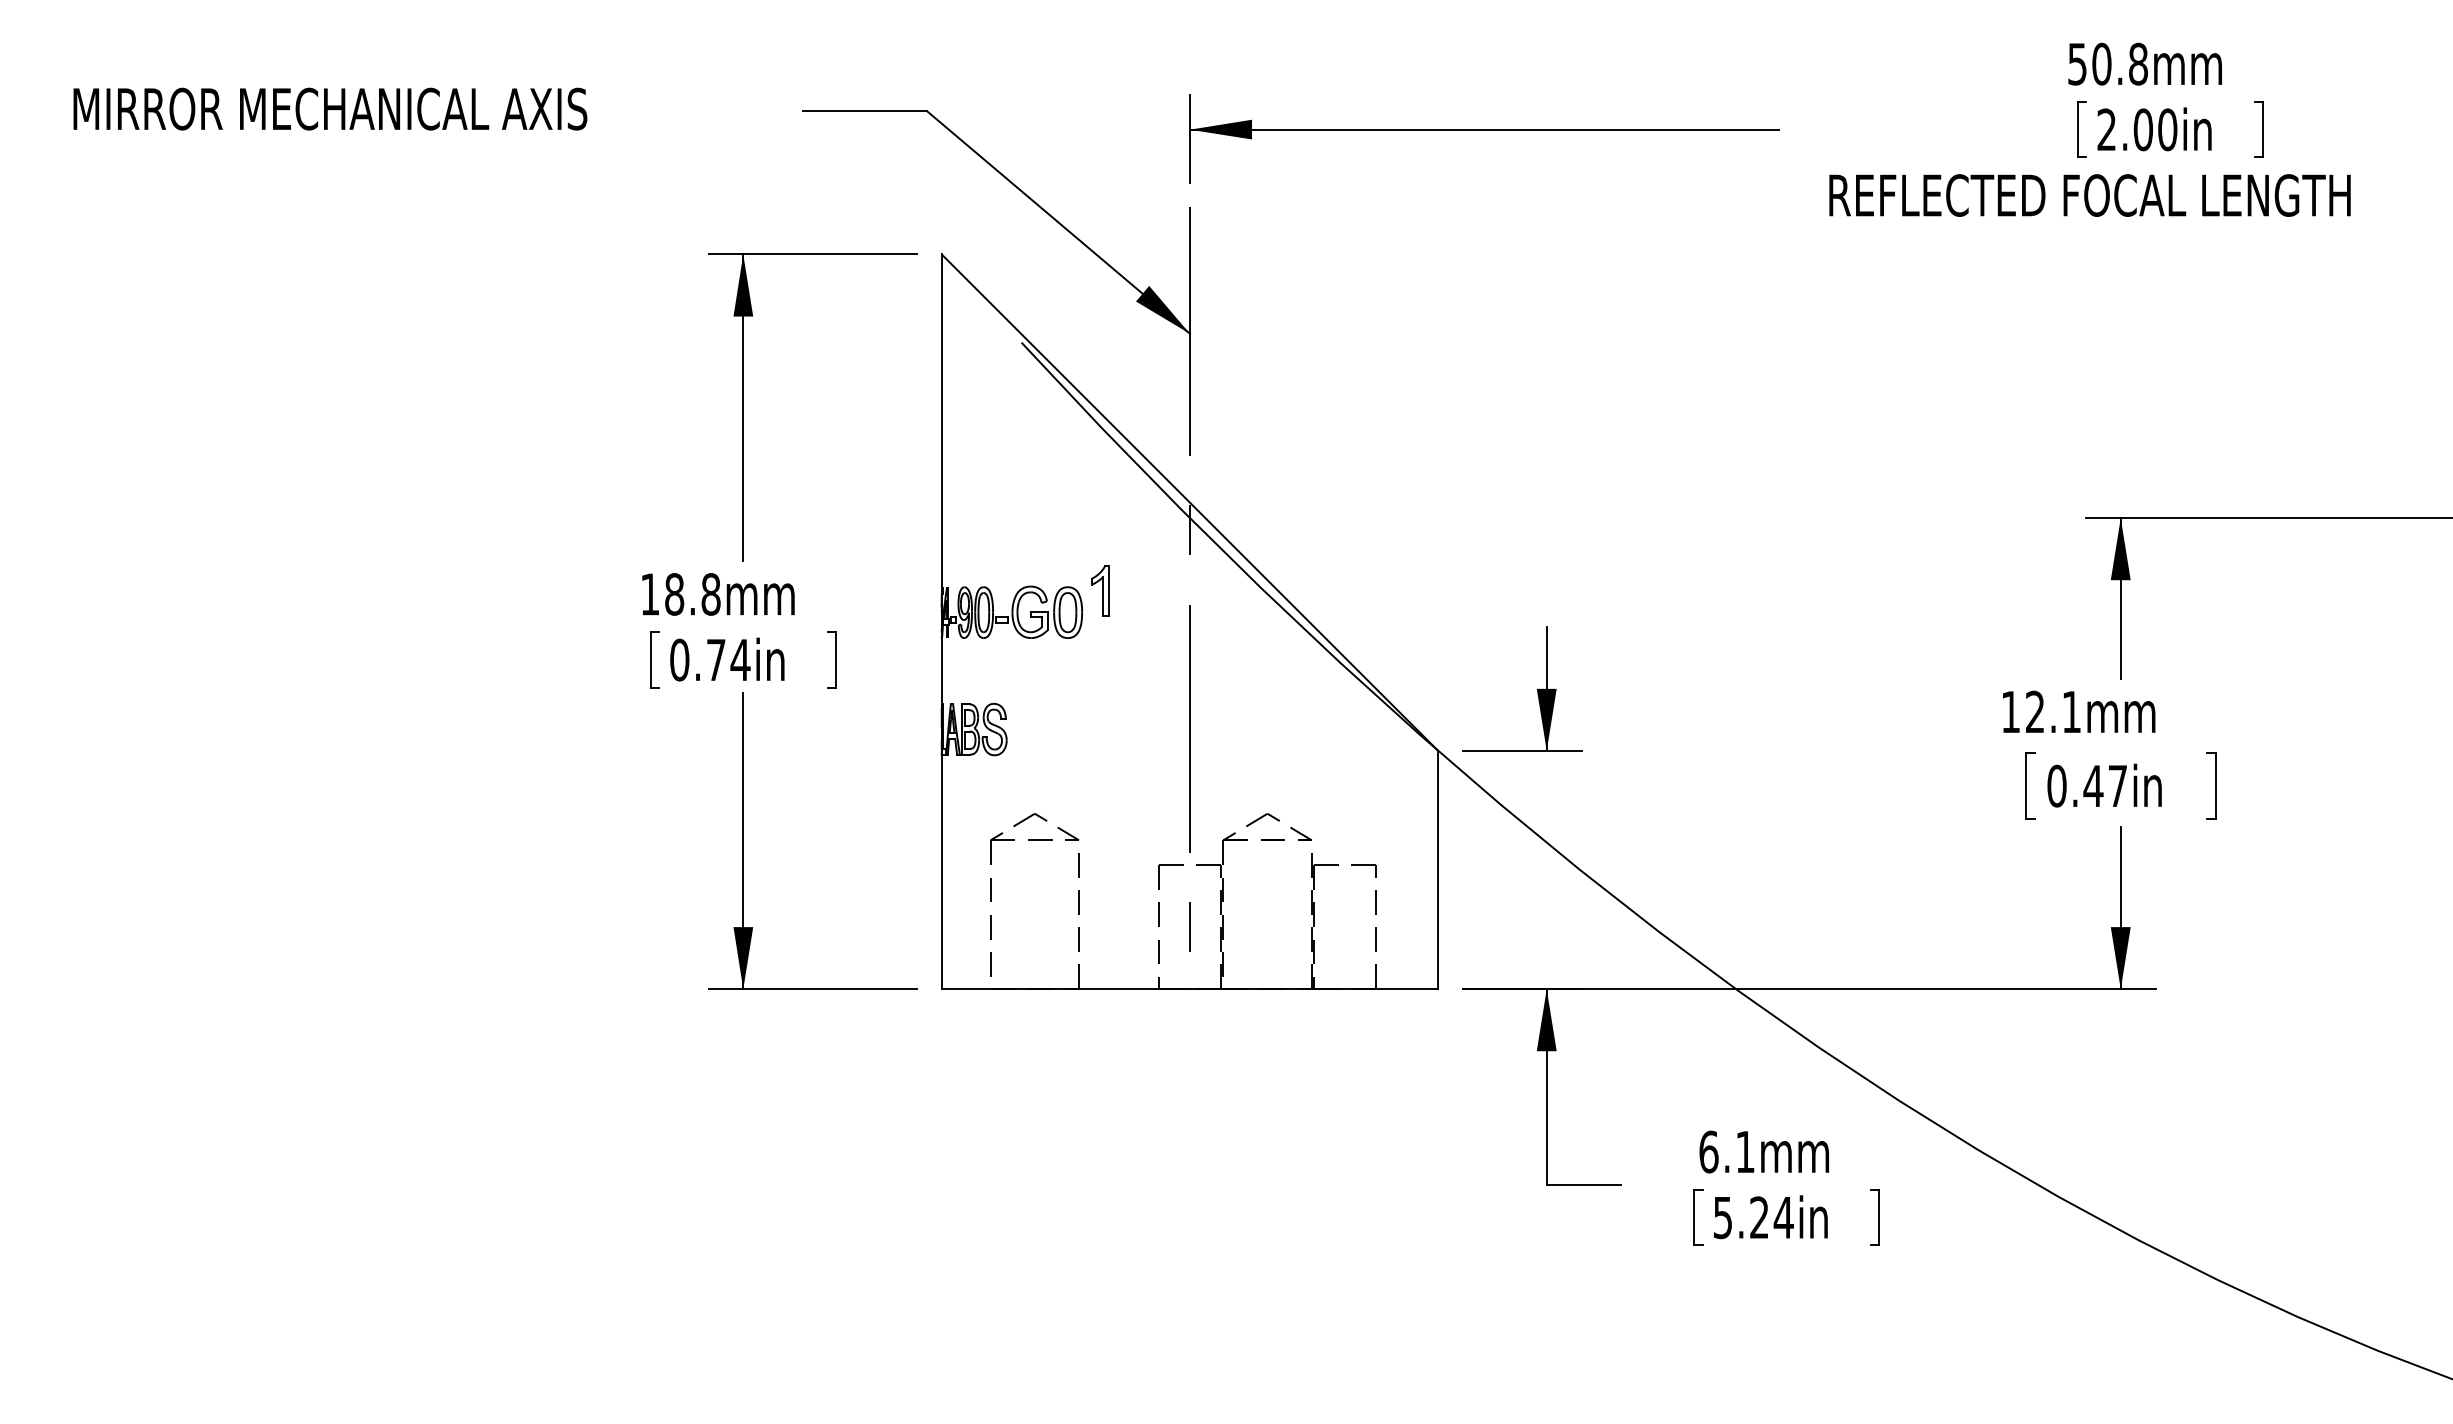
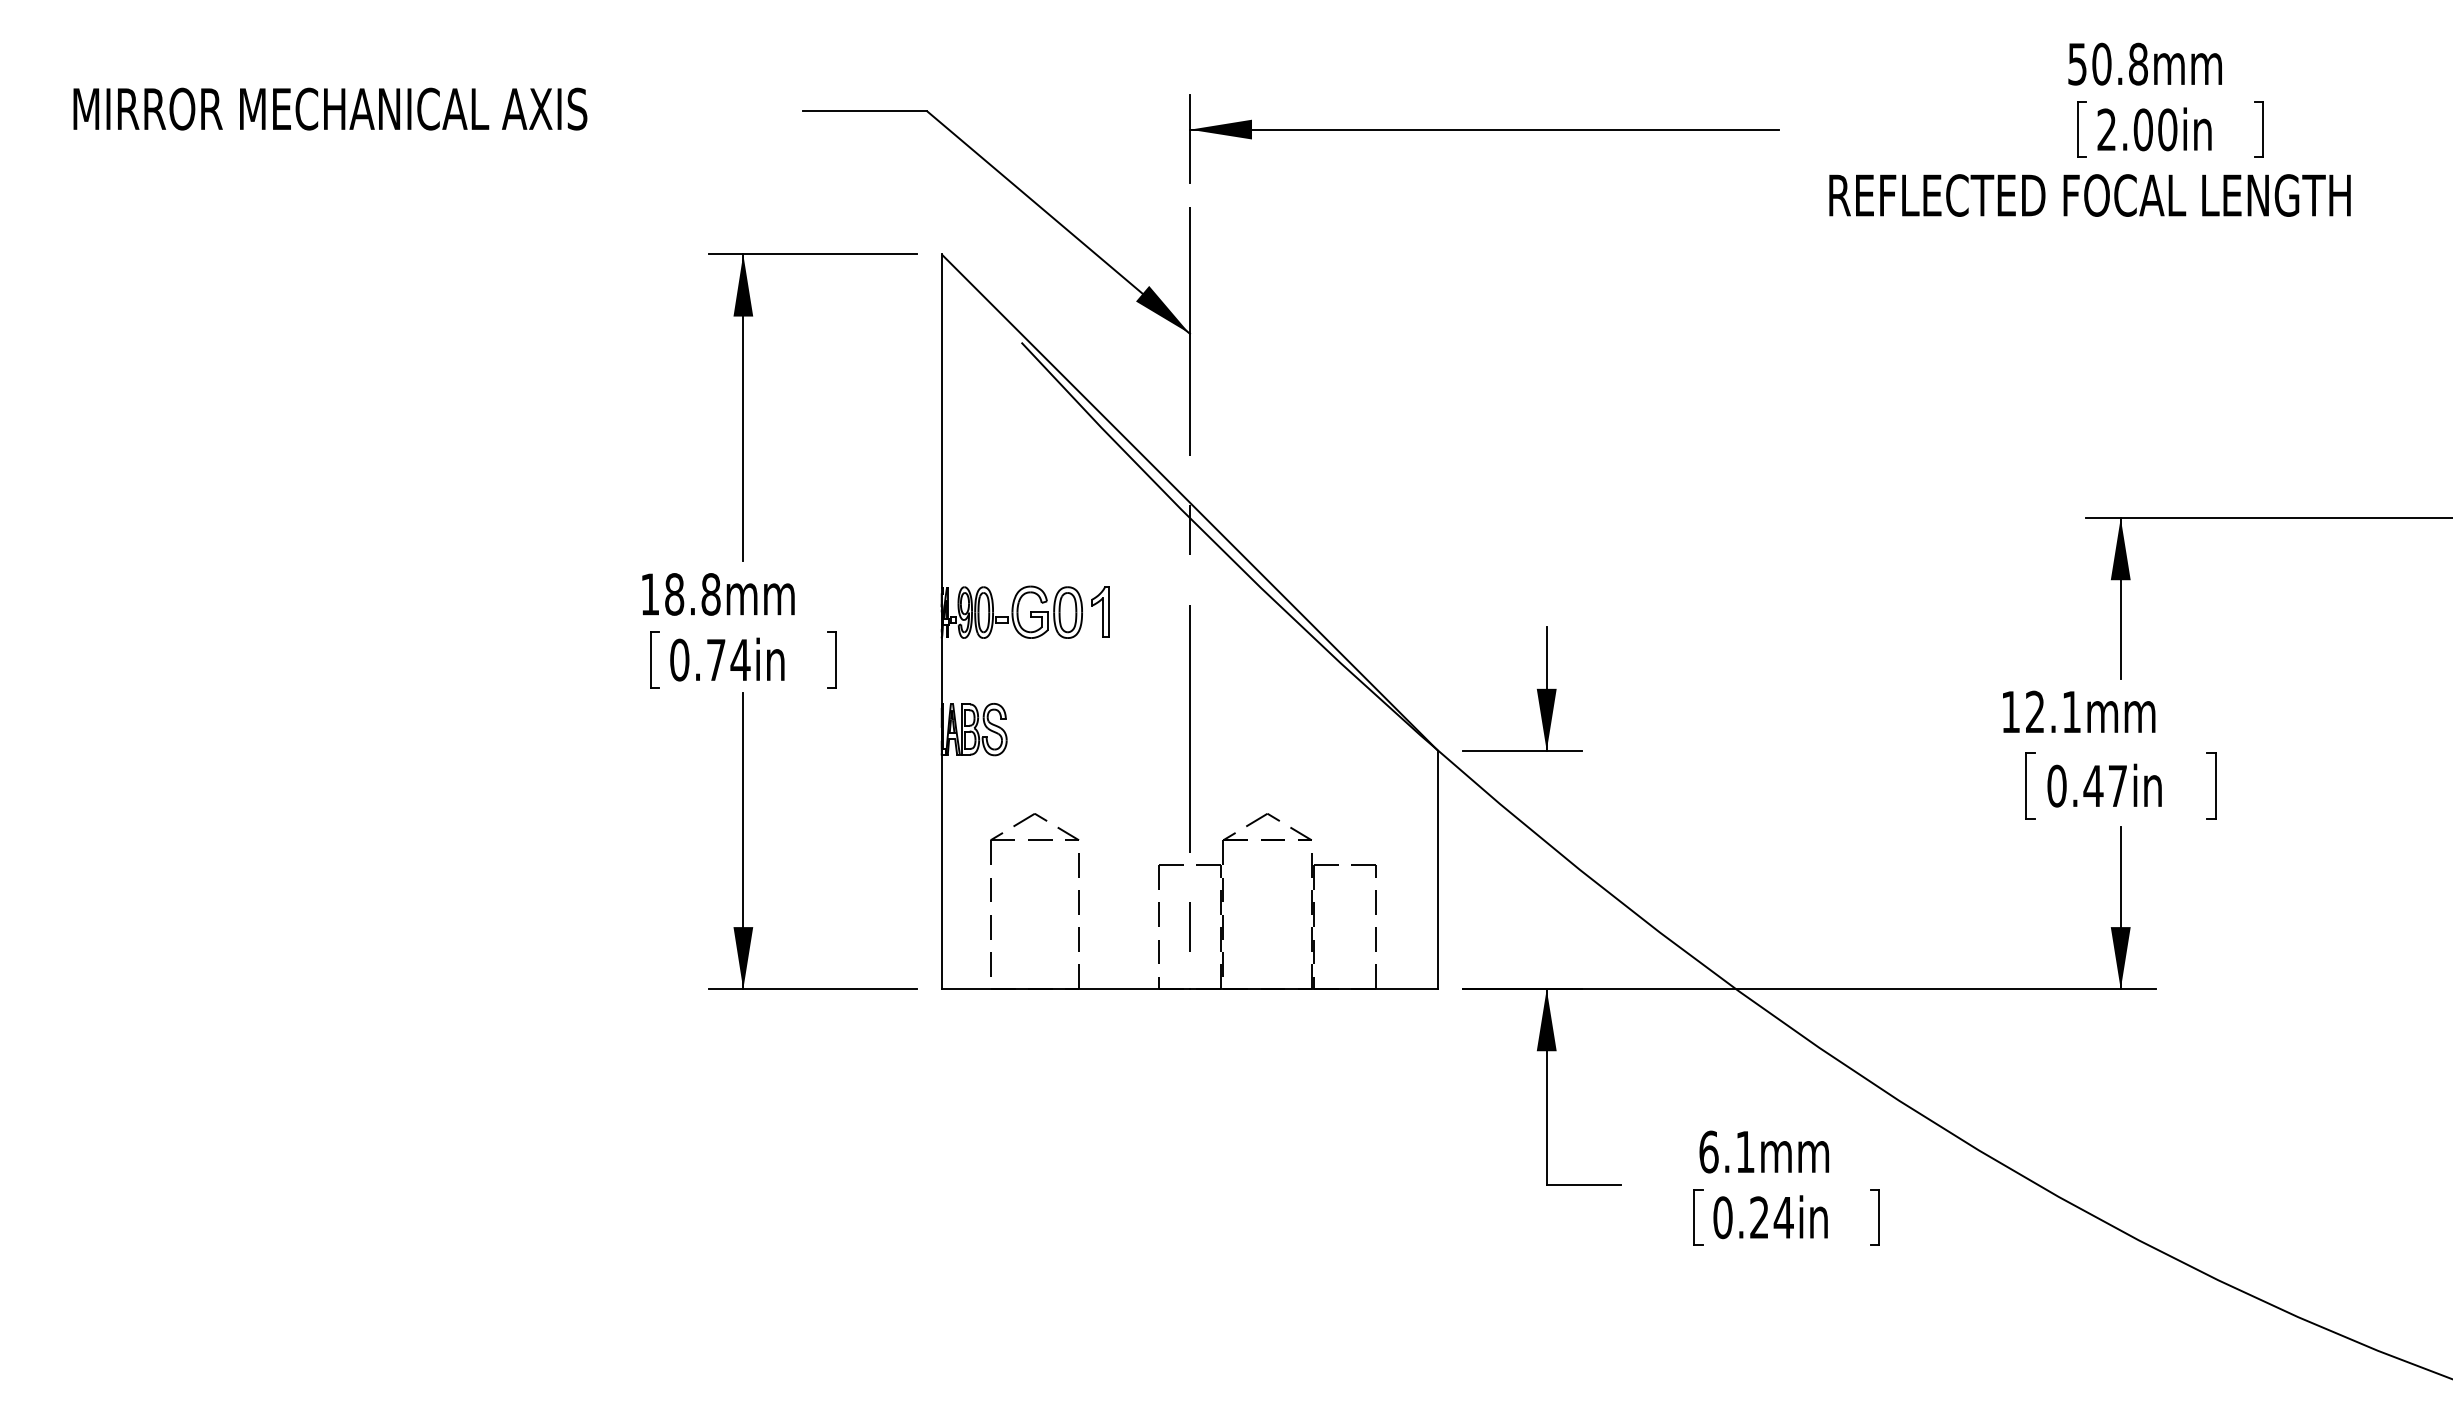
part at (1100, 590) position: (1100, 590) -> (1100, 611)
text at (1722, 1217): 5.24in -> 0.24in
